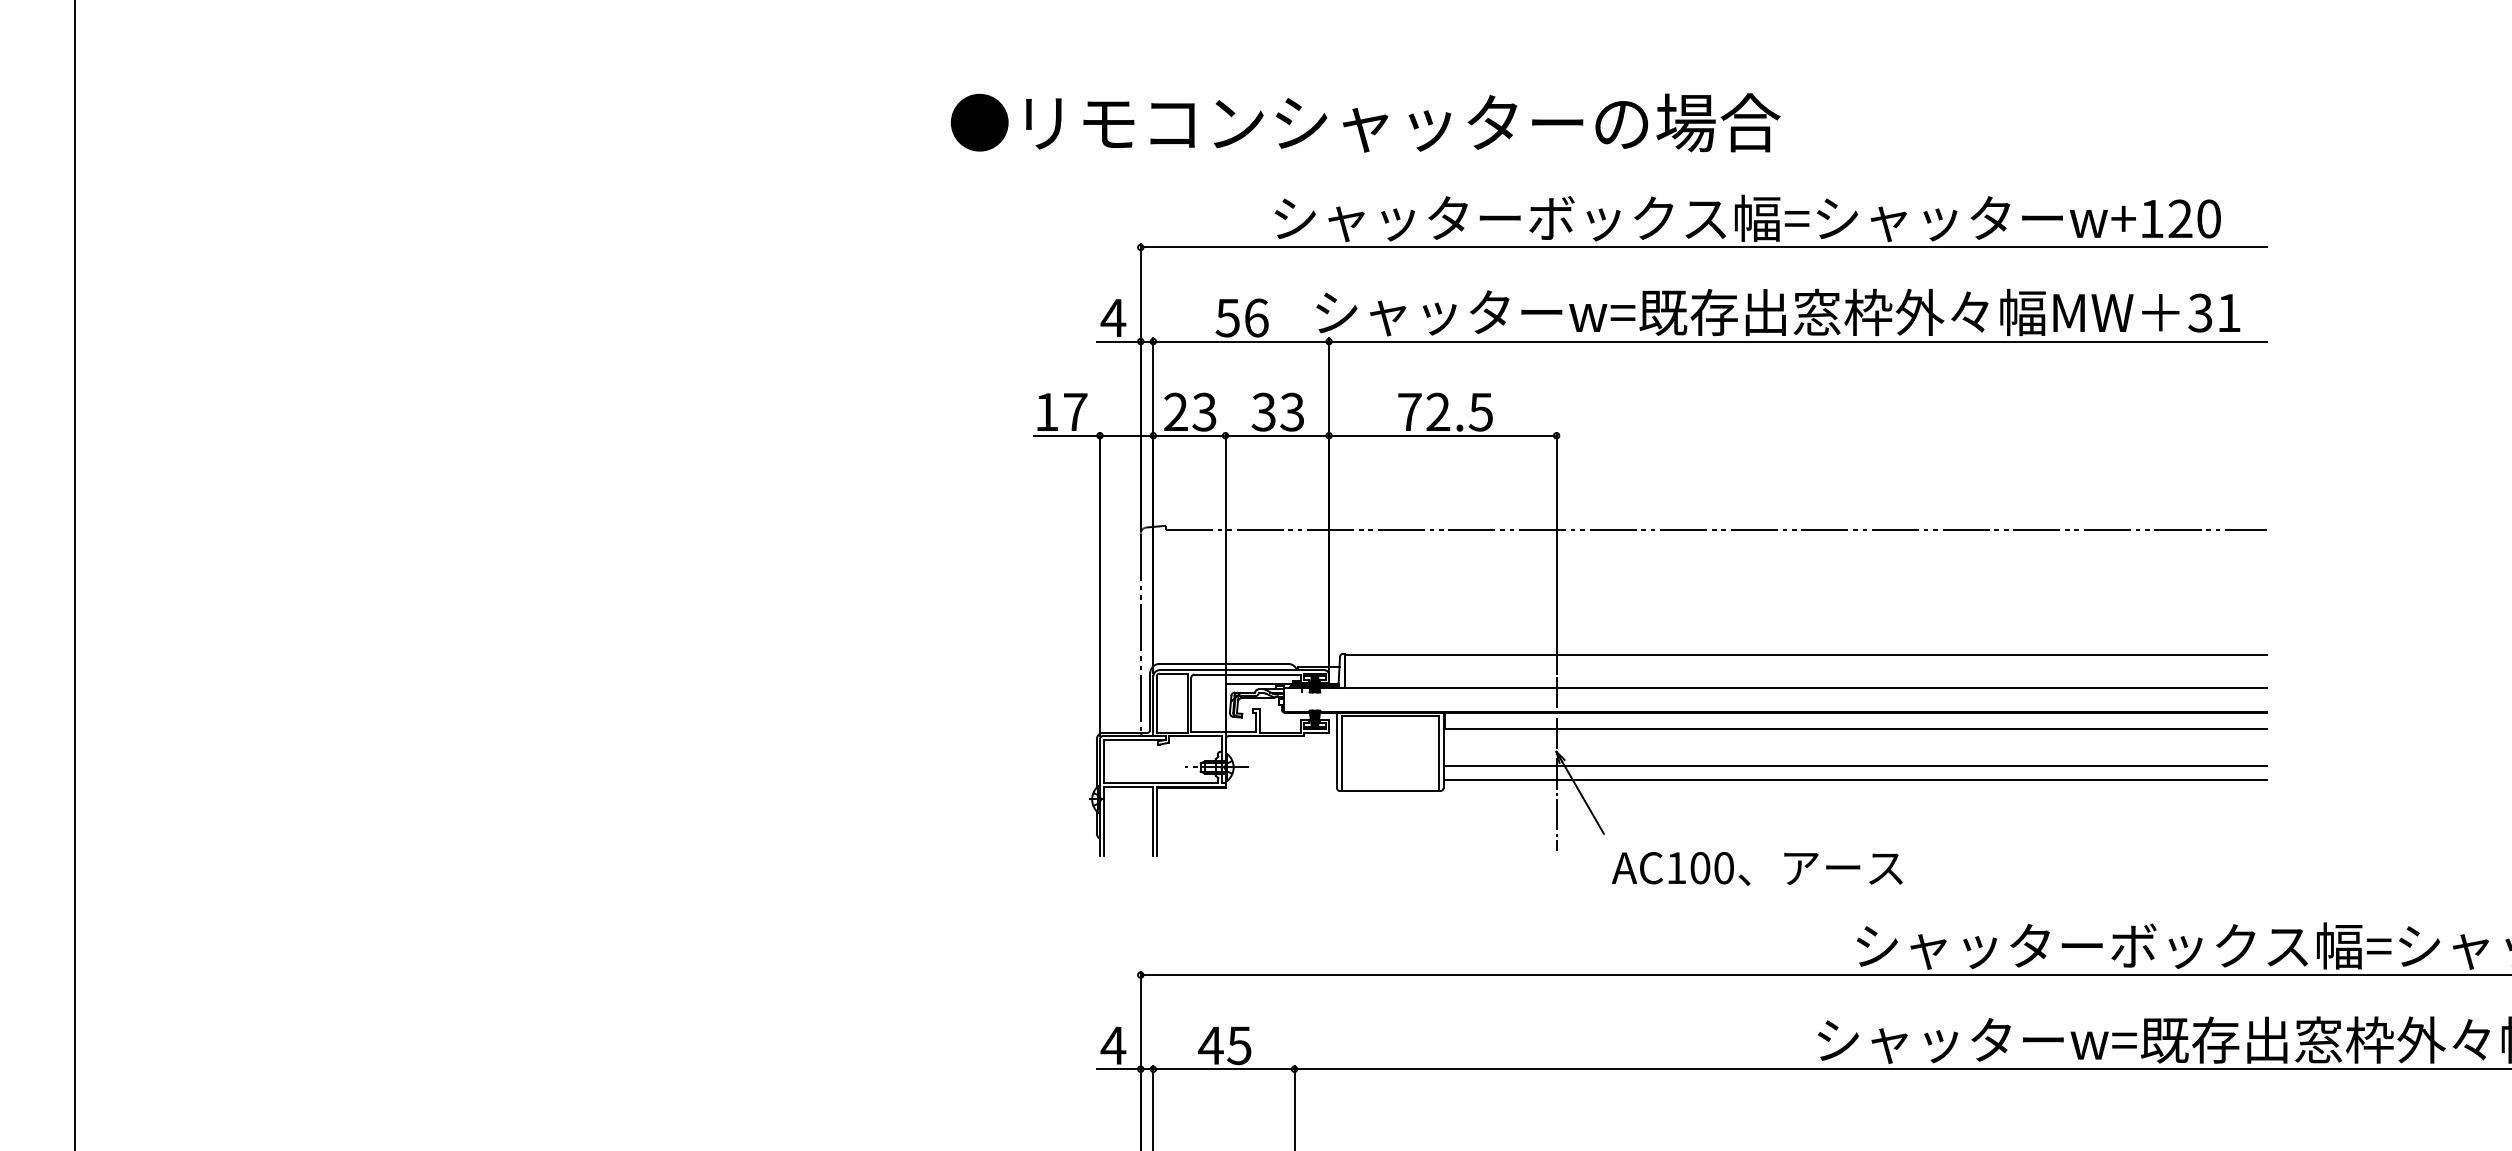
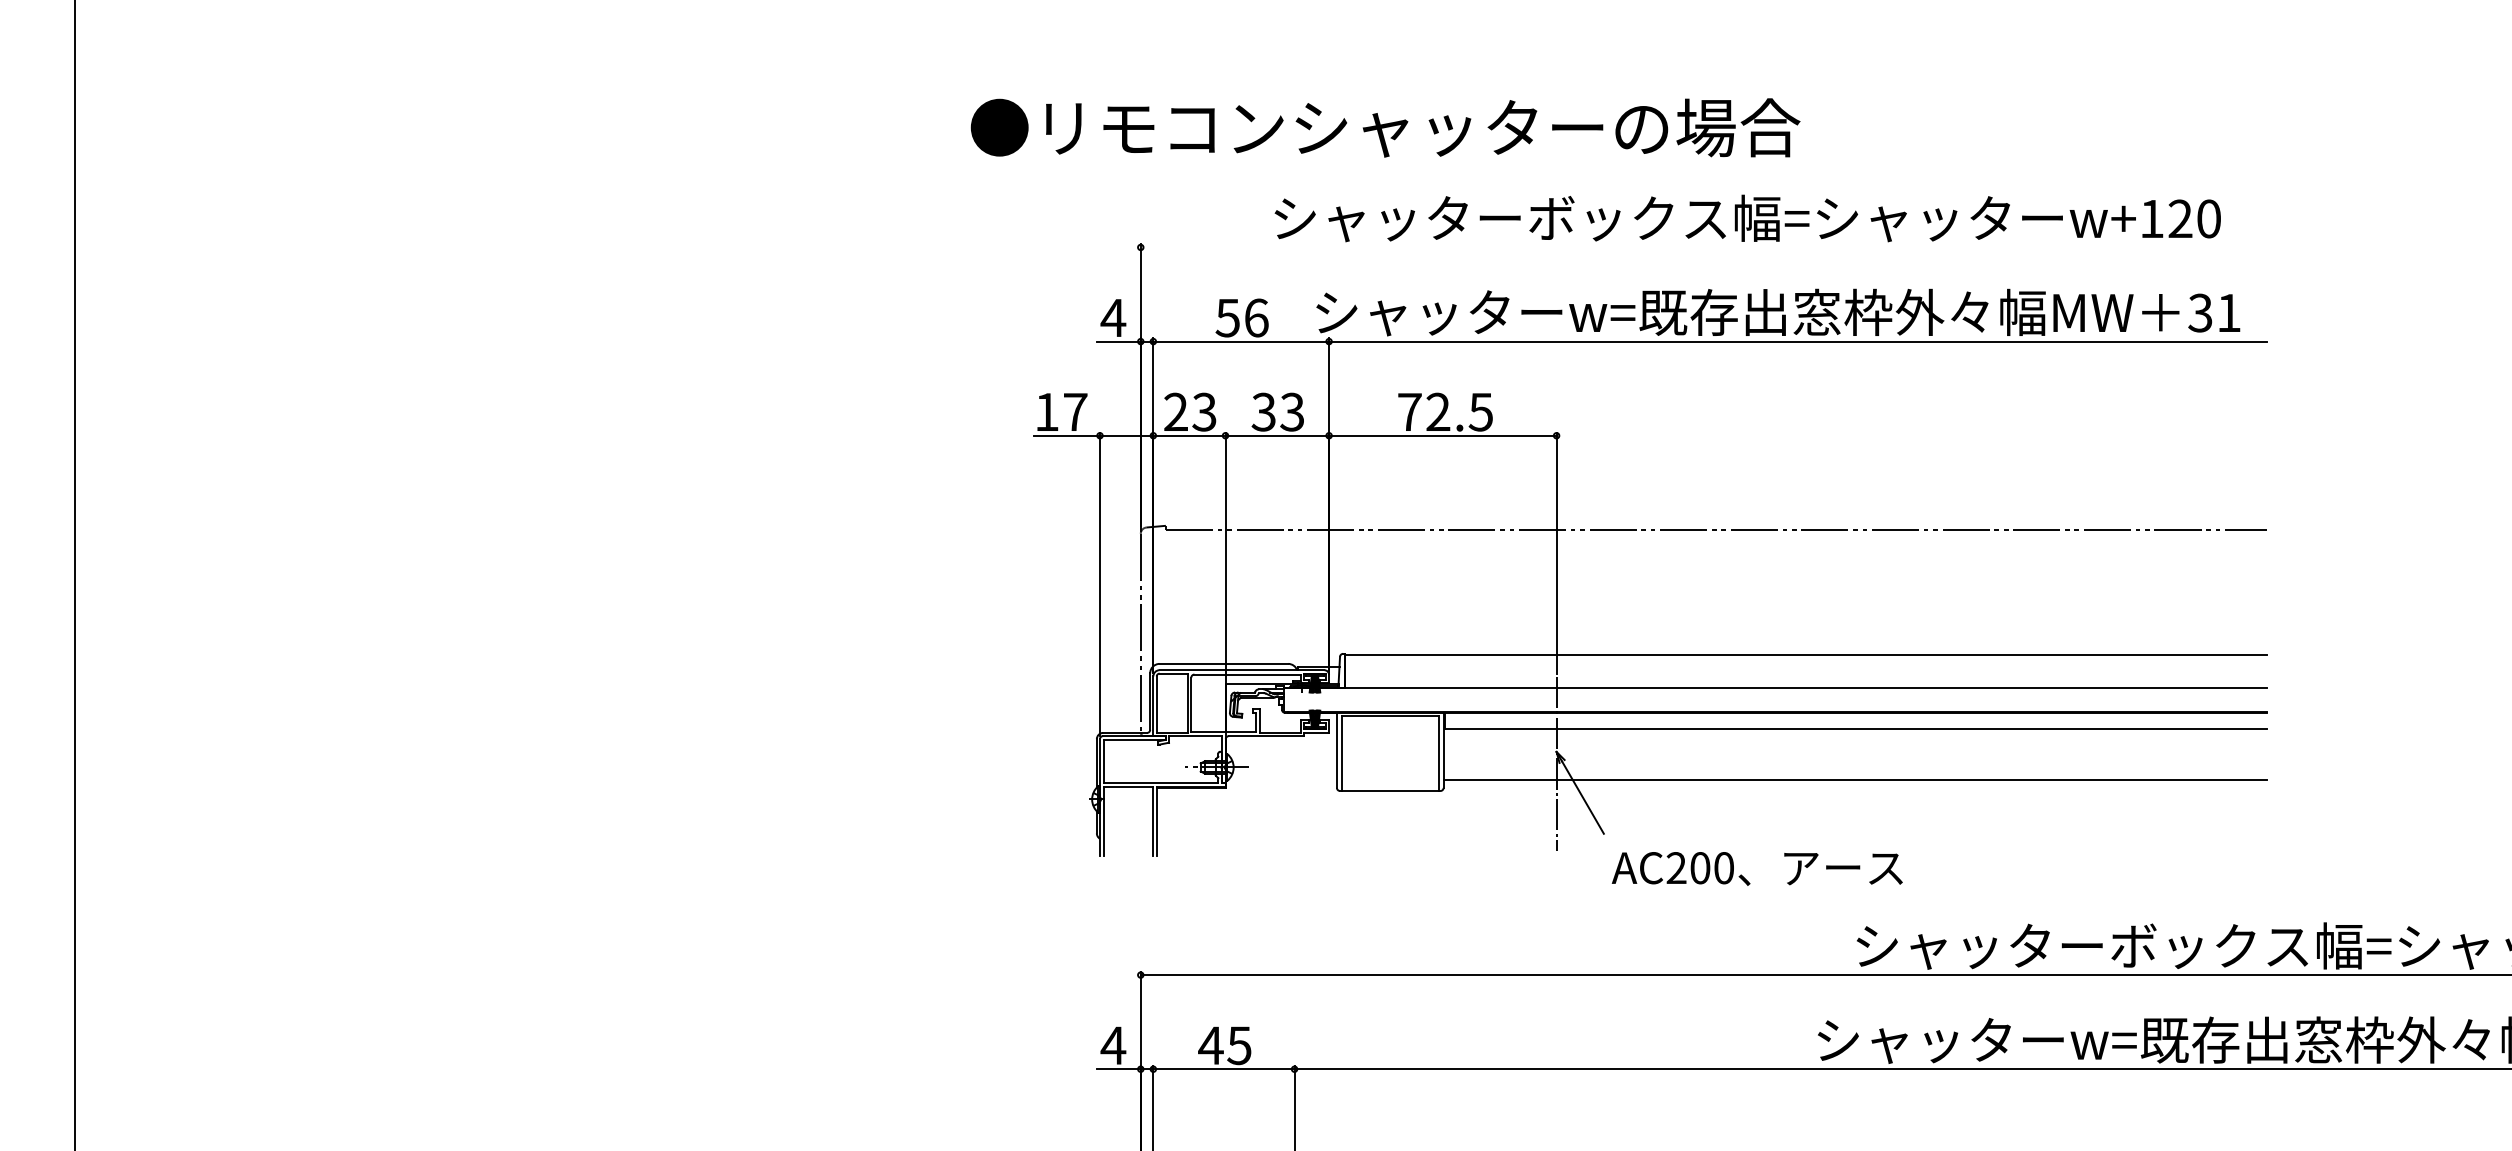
text at (1365, 122) position: (1365, 122) -> (1385, 127)
line at (1703, 247): present -> none
line at (1855, 766): present -> none
text at (1676, 867): AC100 -> AC200
